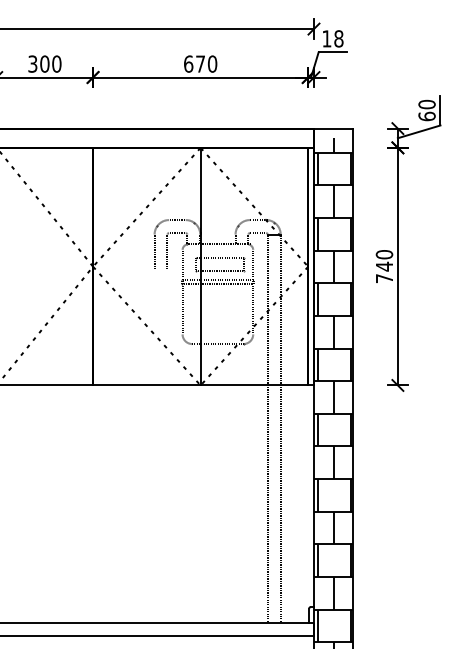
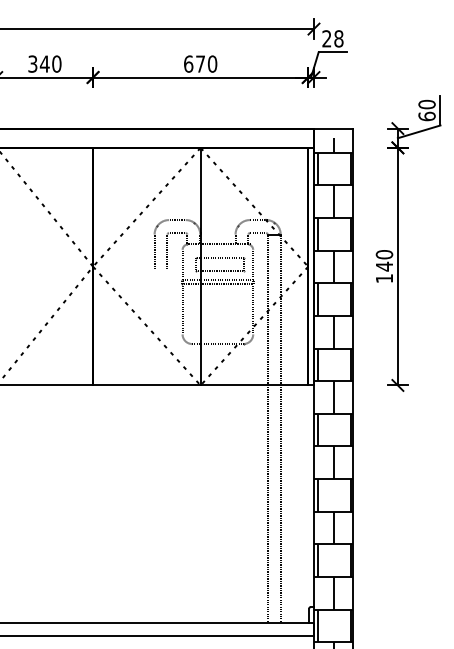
text at (326, 38): 18 -> 28
text at (44, 63): 300 -> 340
text at (384, 278): 740 -> 140
